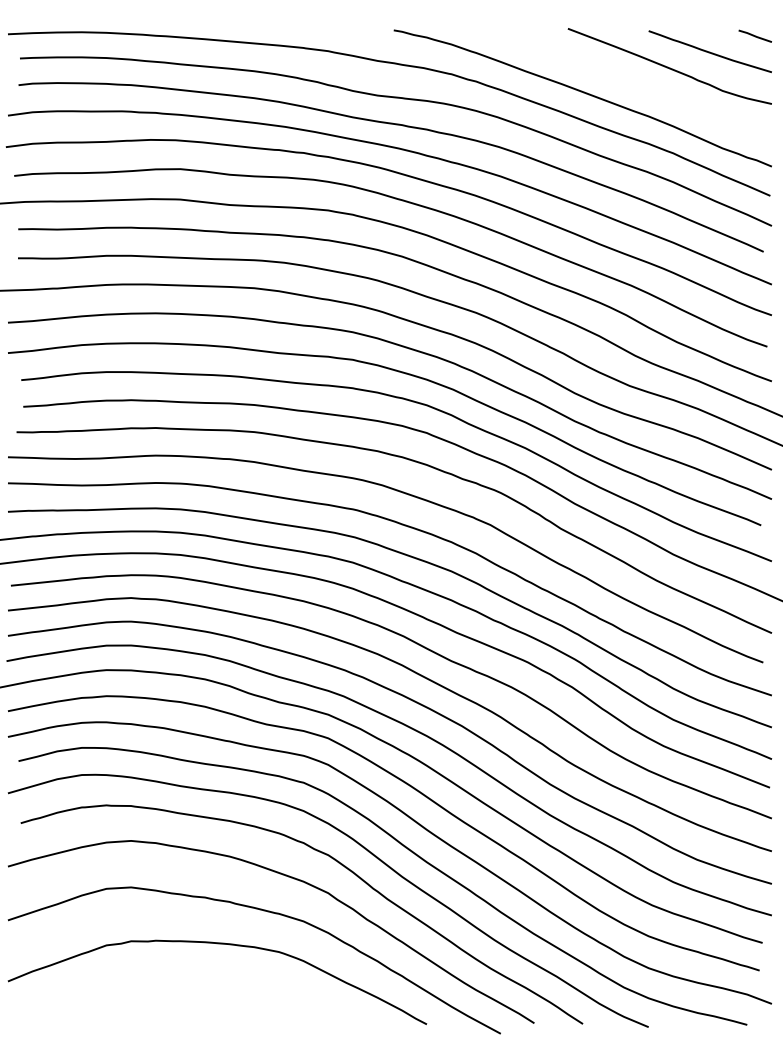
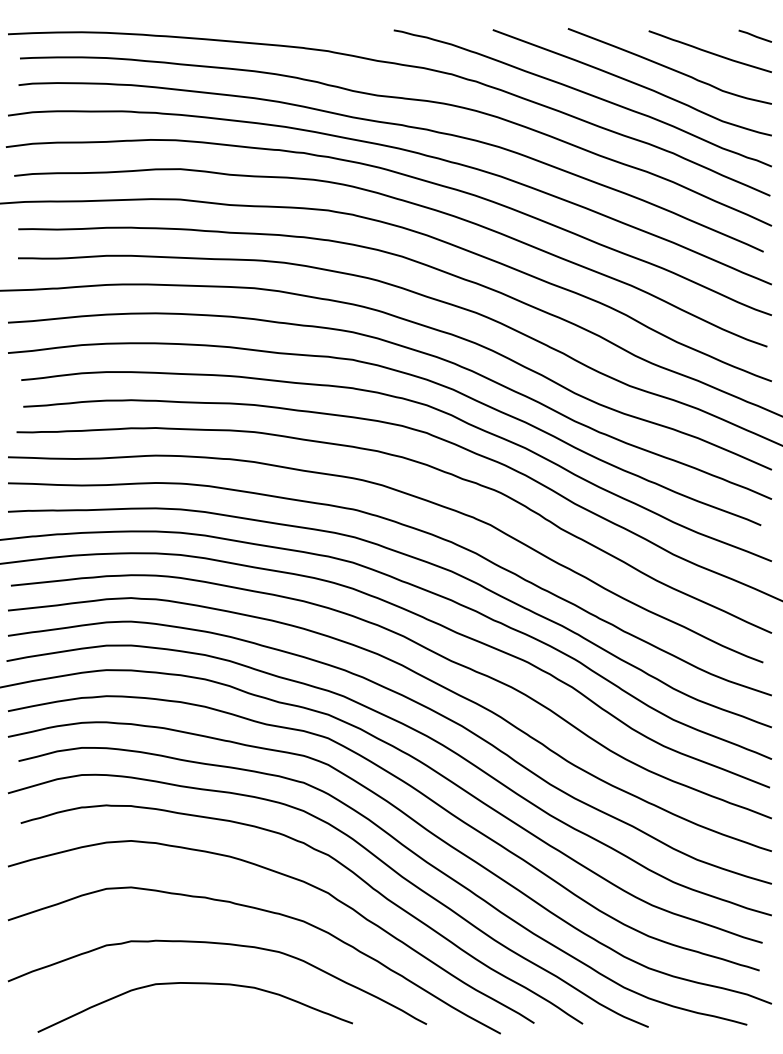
curve at (631, 82): none -> present
curve at (194, 984): none -> present
